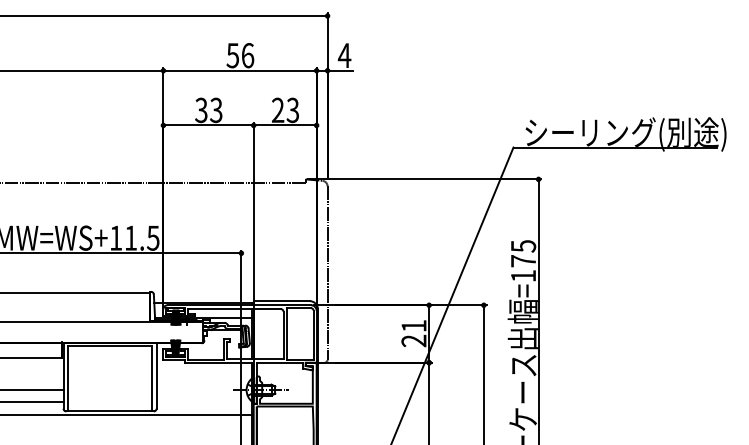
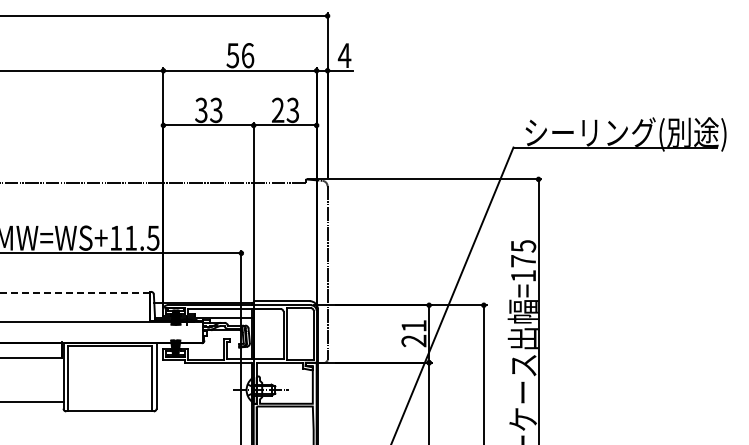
line at (74, 292): solid -> dashed
line at (32, 389): present -> none
line at (127, 414): present -> none
